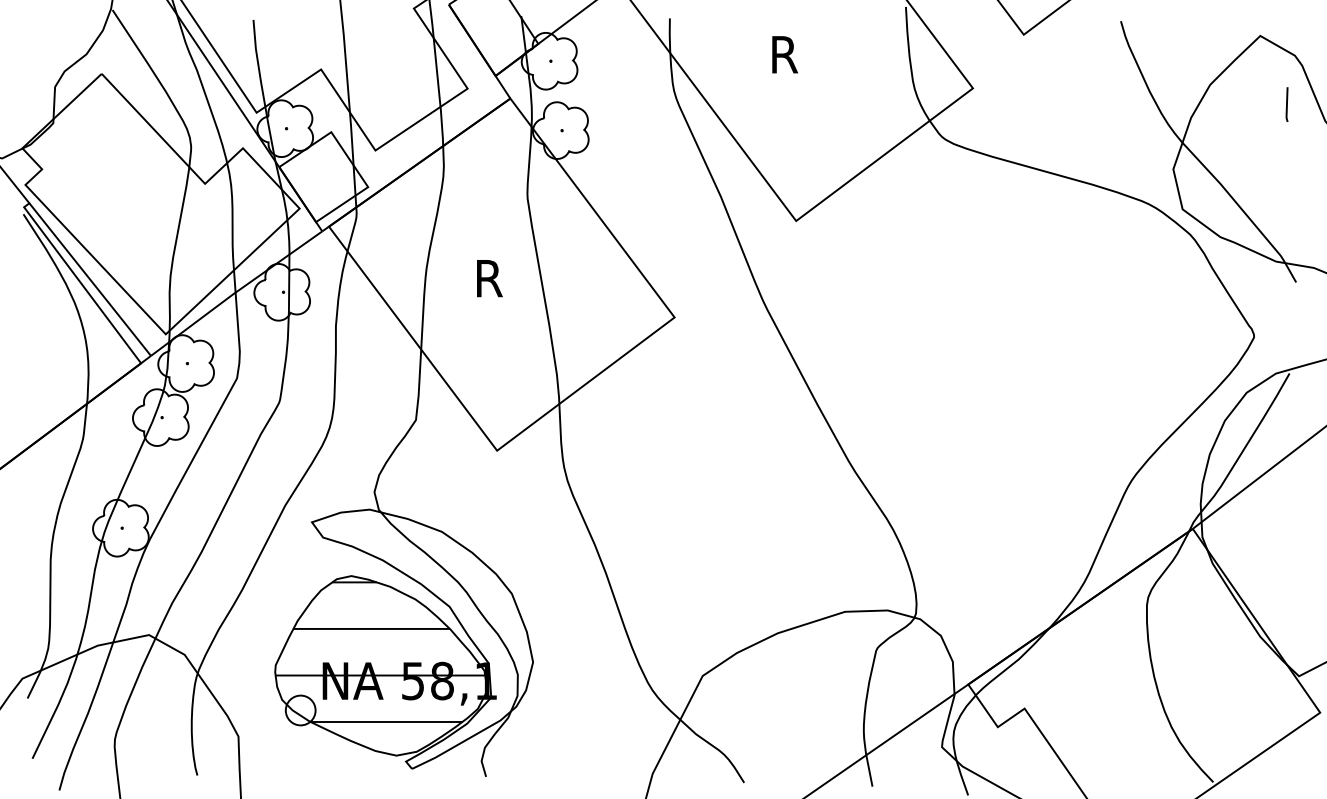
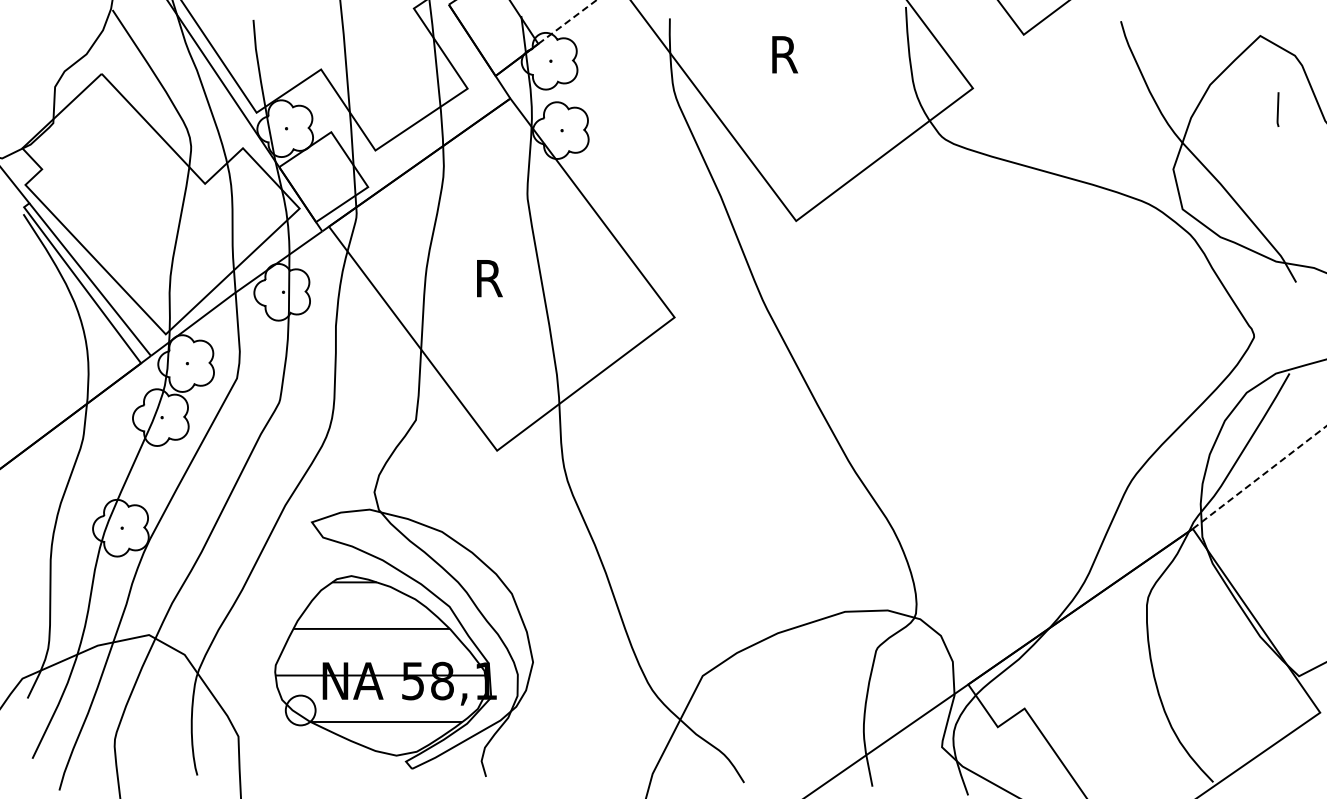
line at (567, 21): solid -> dashed
line at (1286, 104) position: (1286, 104) -> (1277, 109)
line at (1260, 477): solid -> dashed
